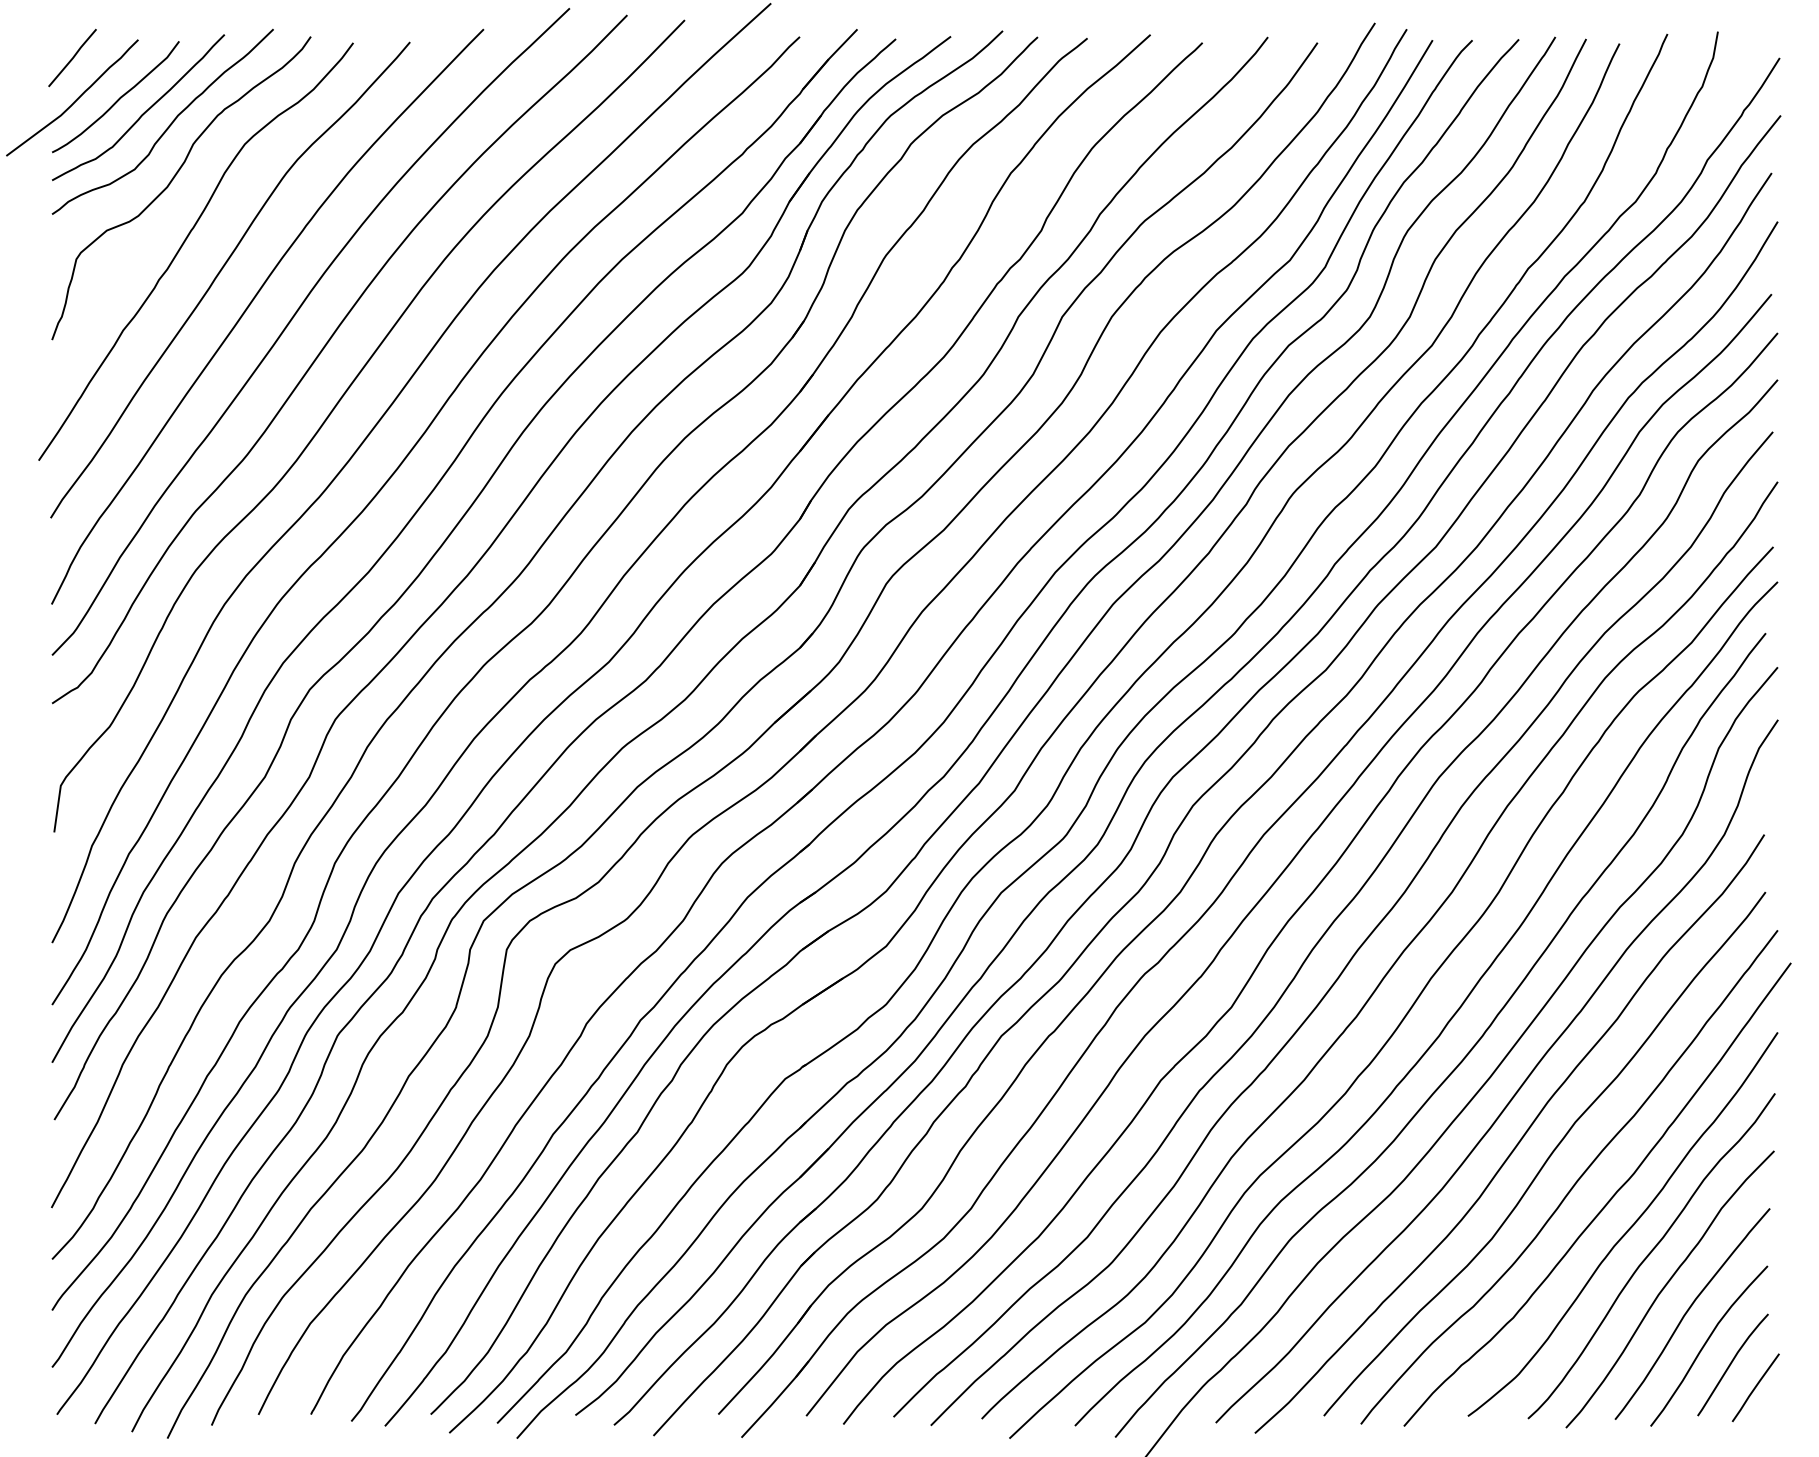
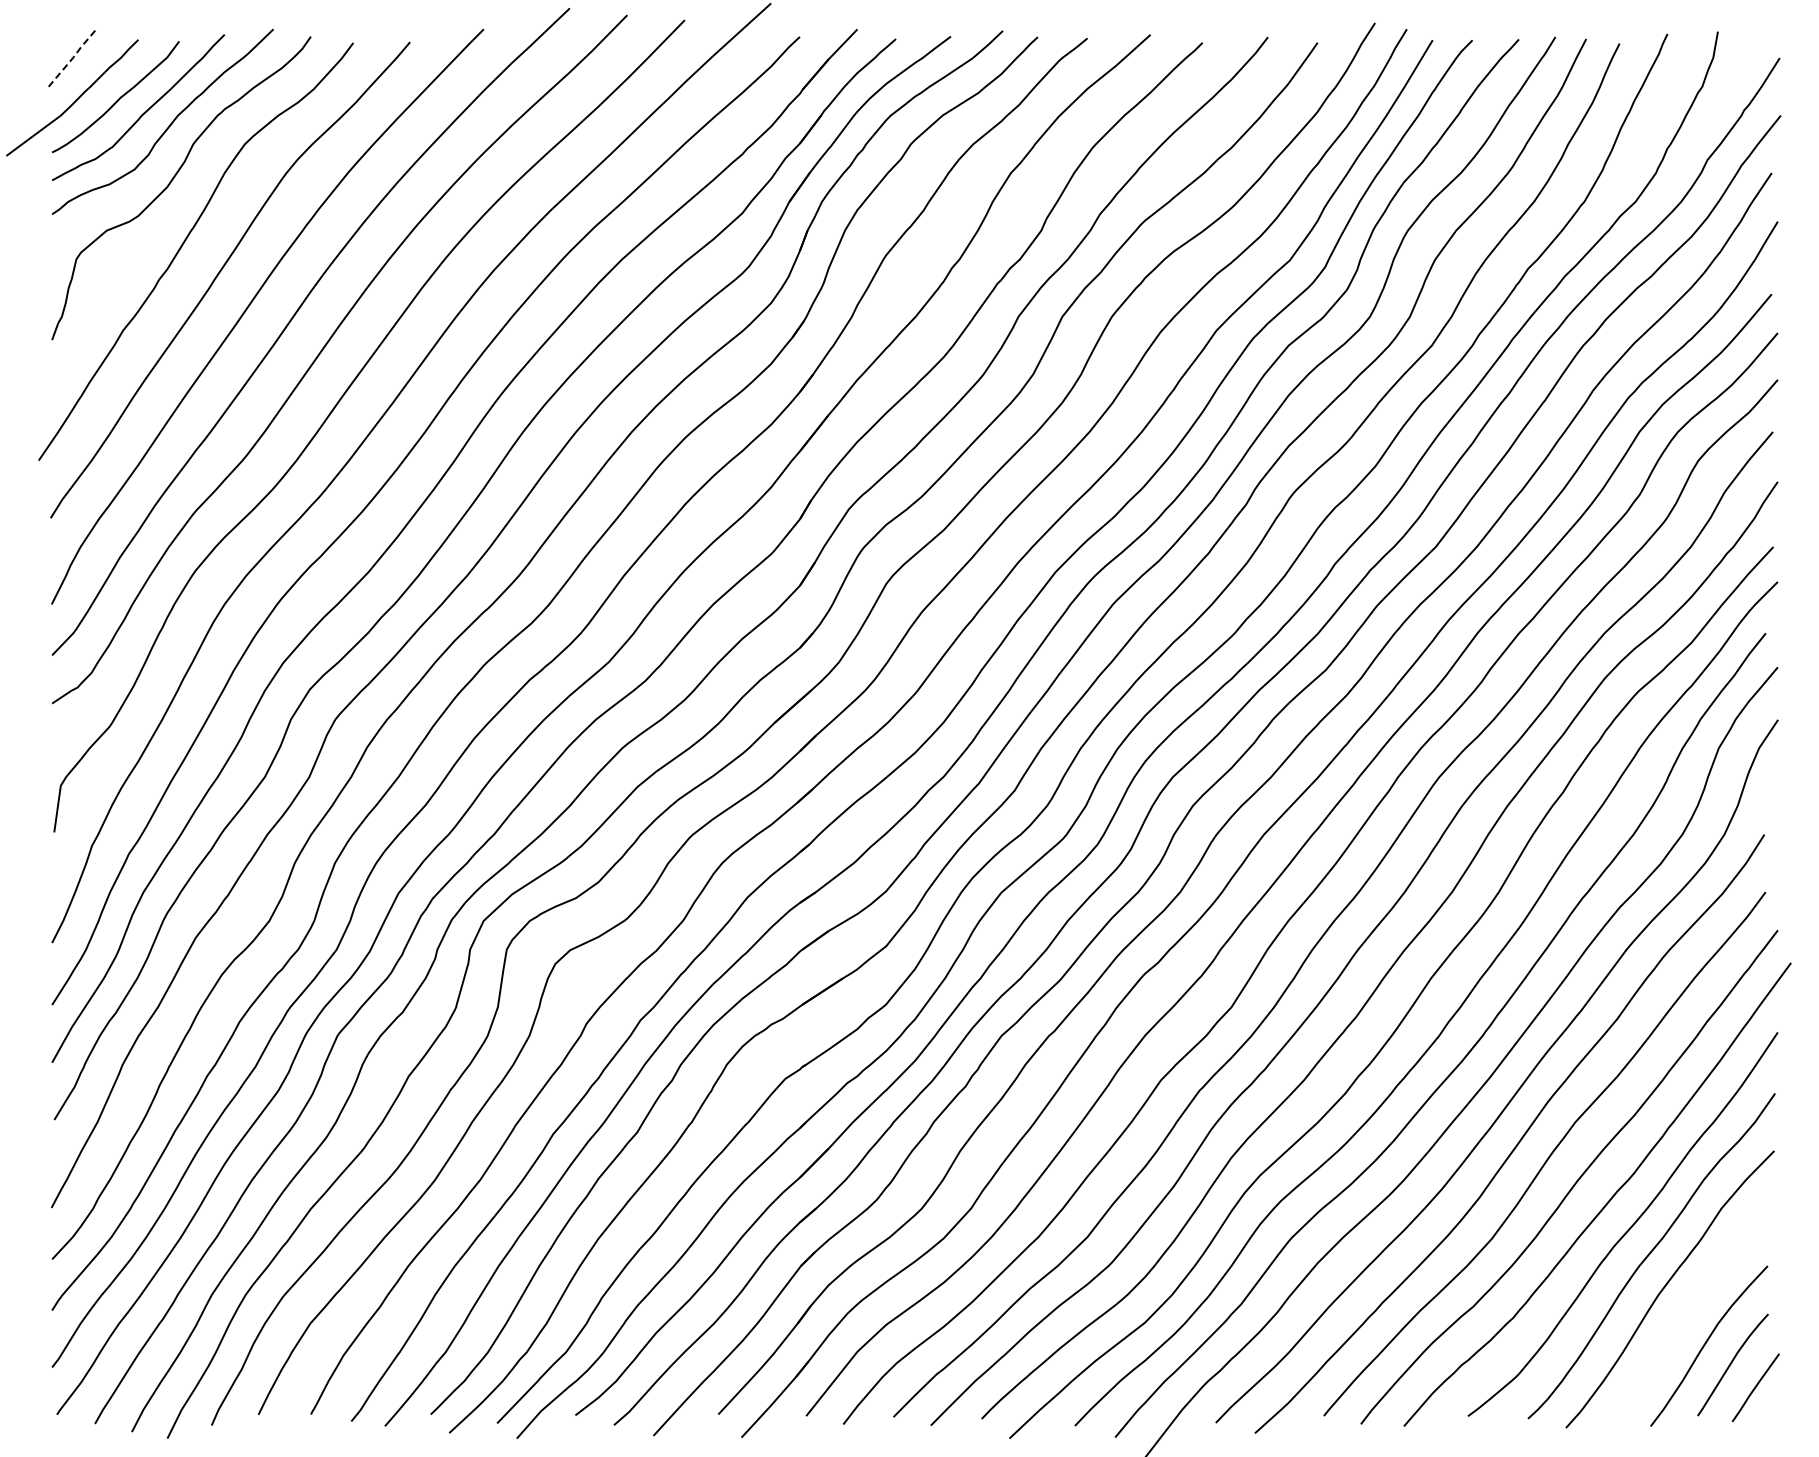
line at (73, 58): solid -> dashed
curve at (1689, 1310): present -> none
